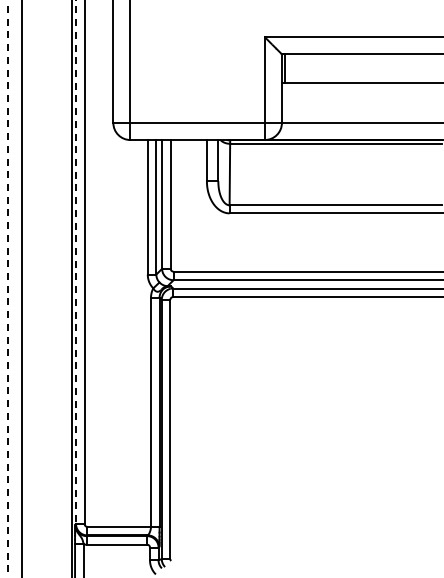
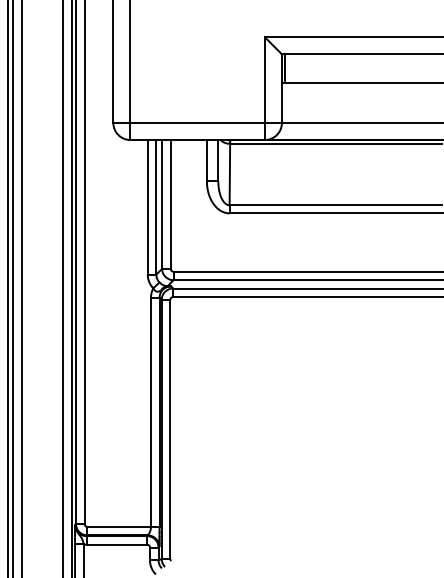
line at (76, 262): dashed -> solid
line at (13, 288): none -> present
line at (63, 288): none -> present
line at (7, 289): dashed -> solid
